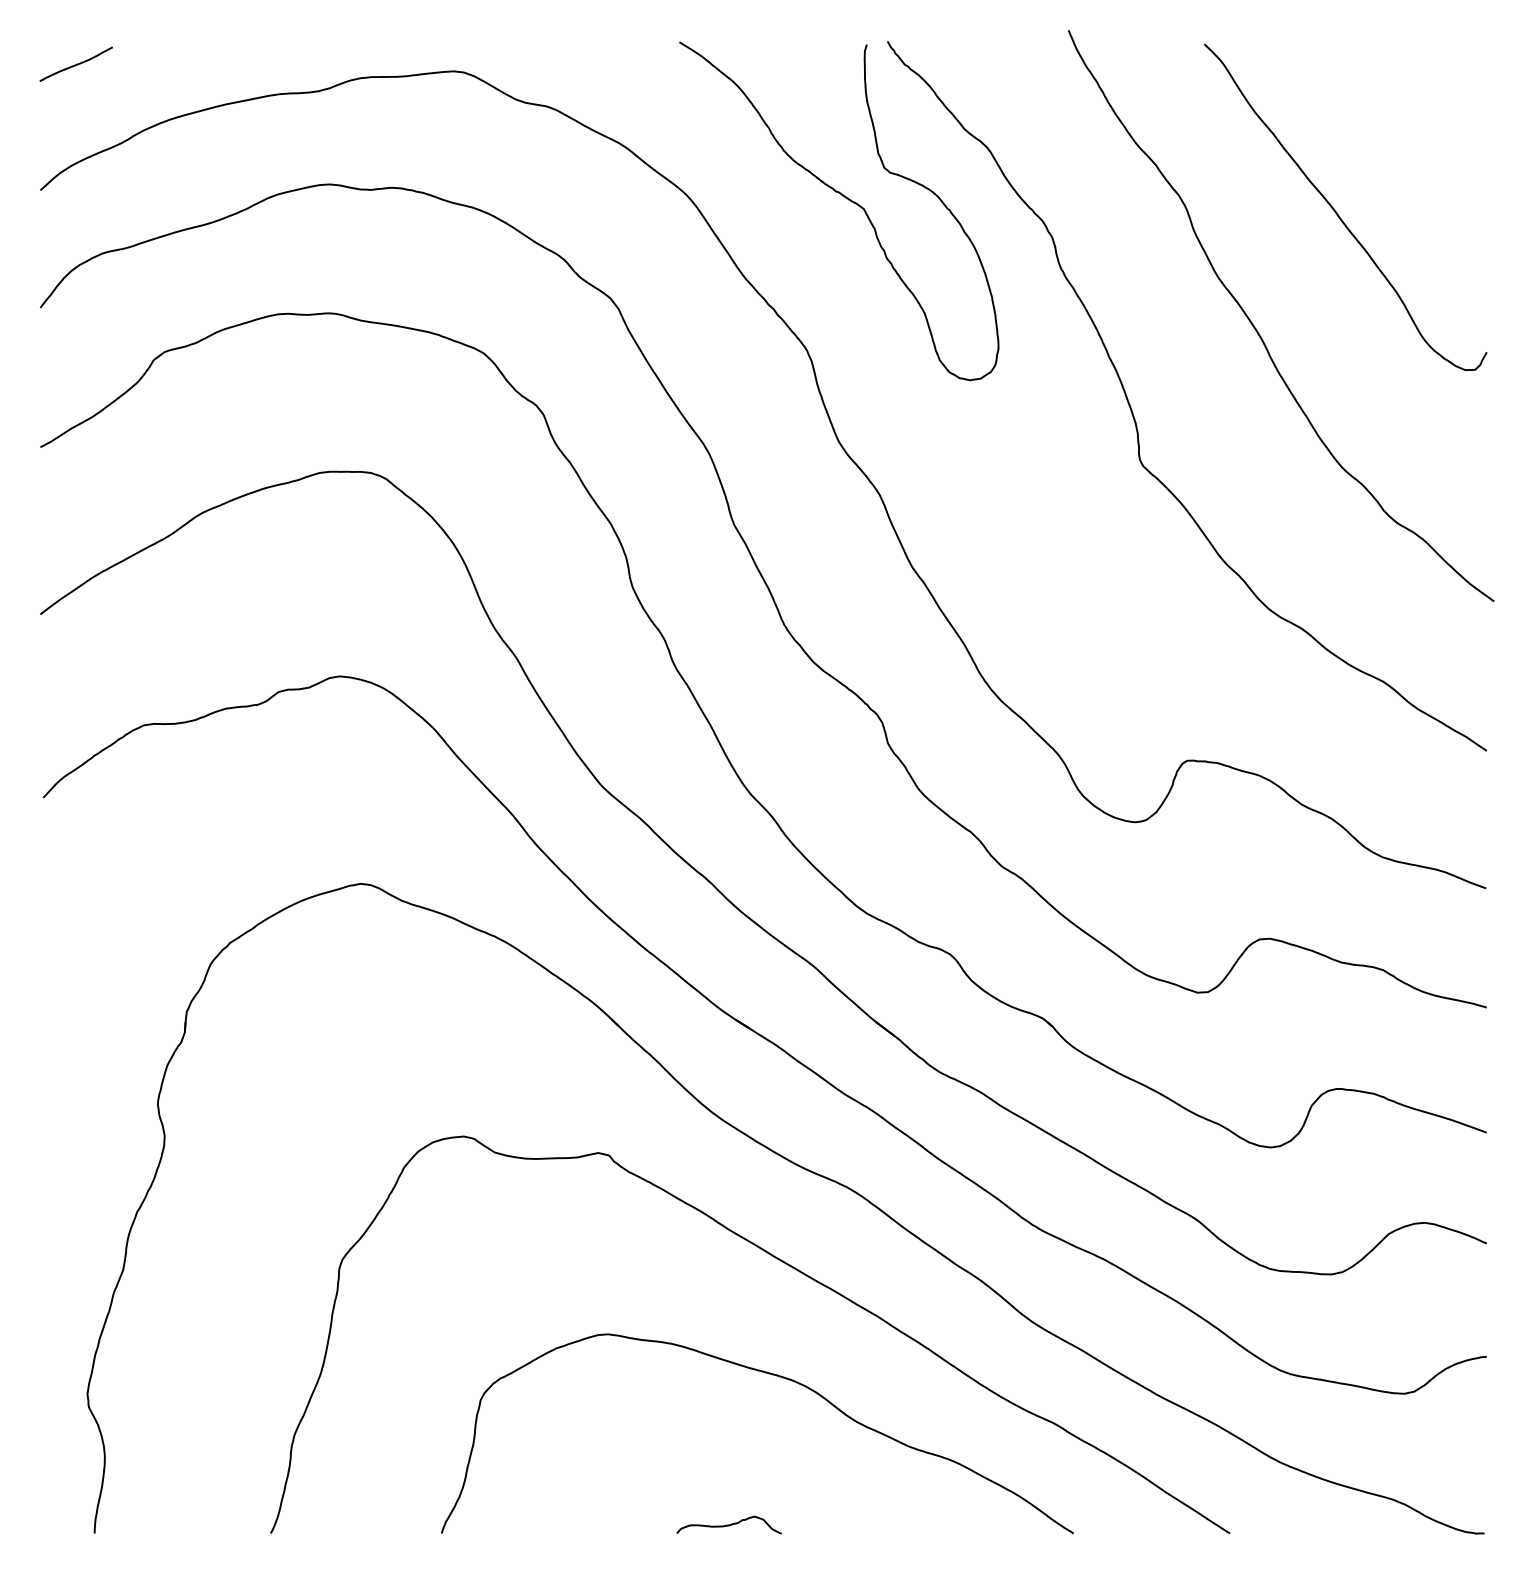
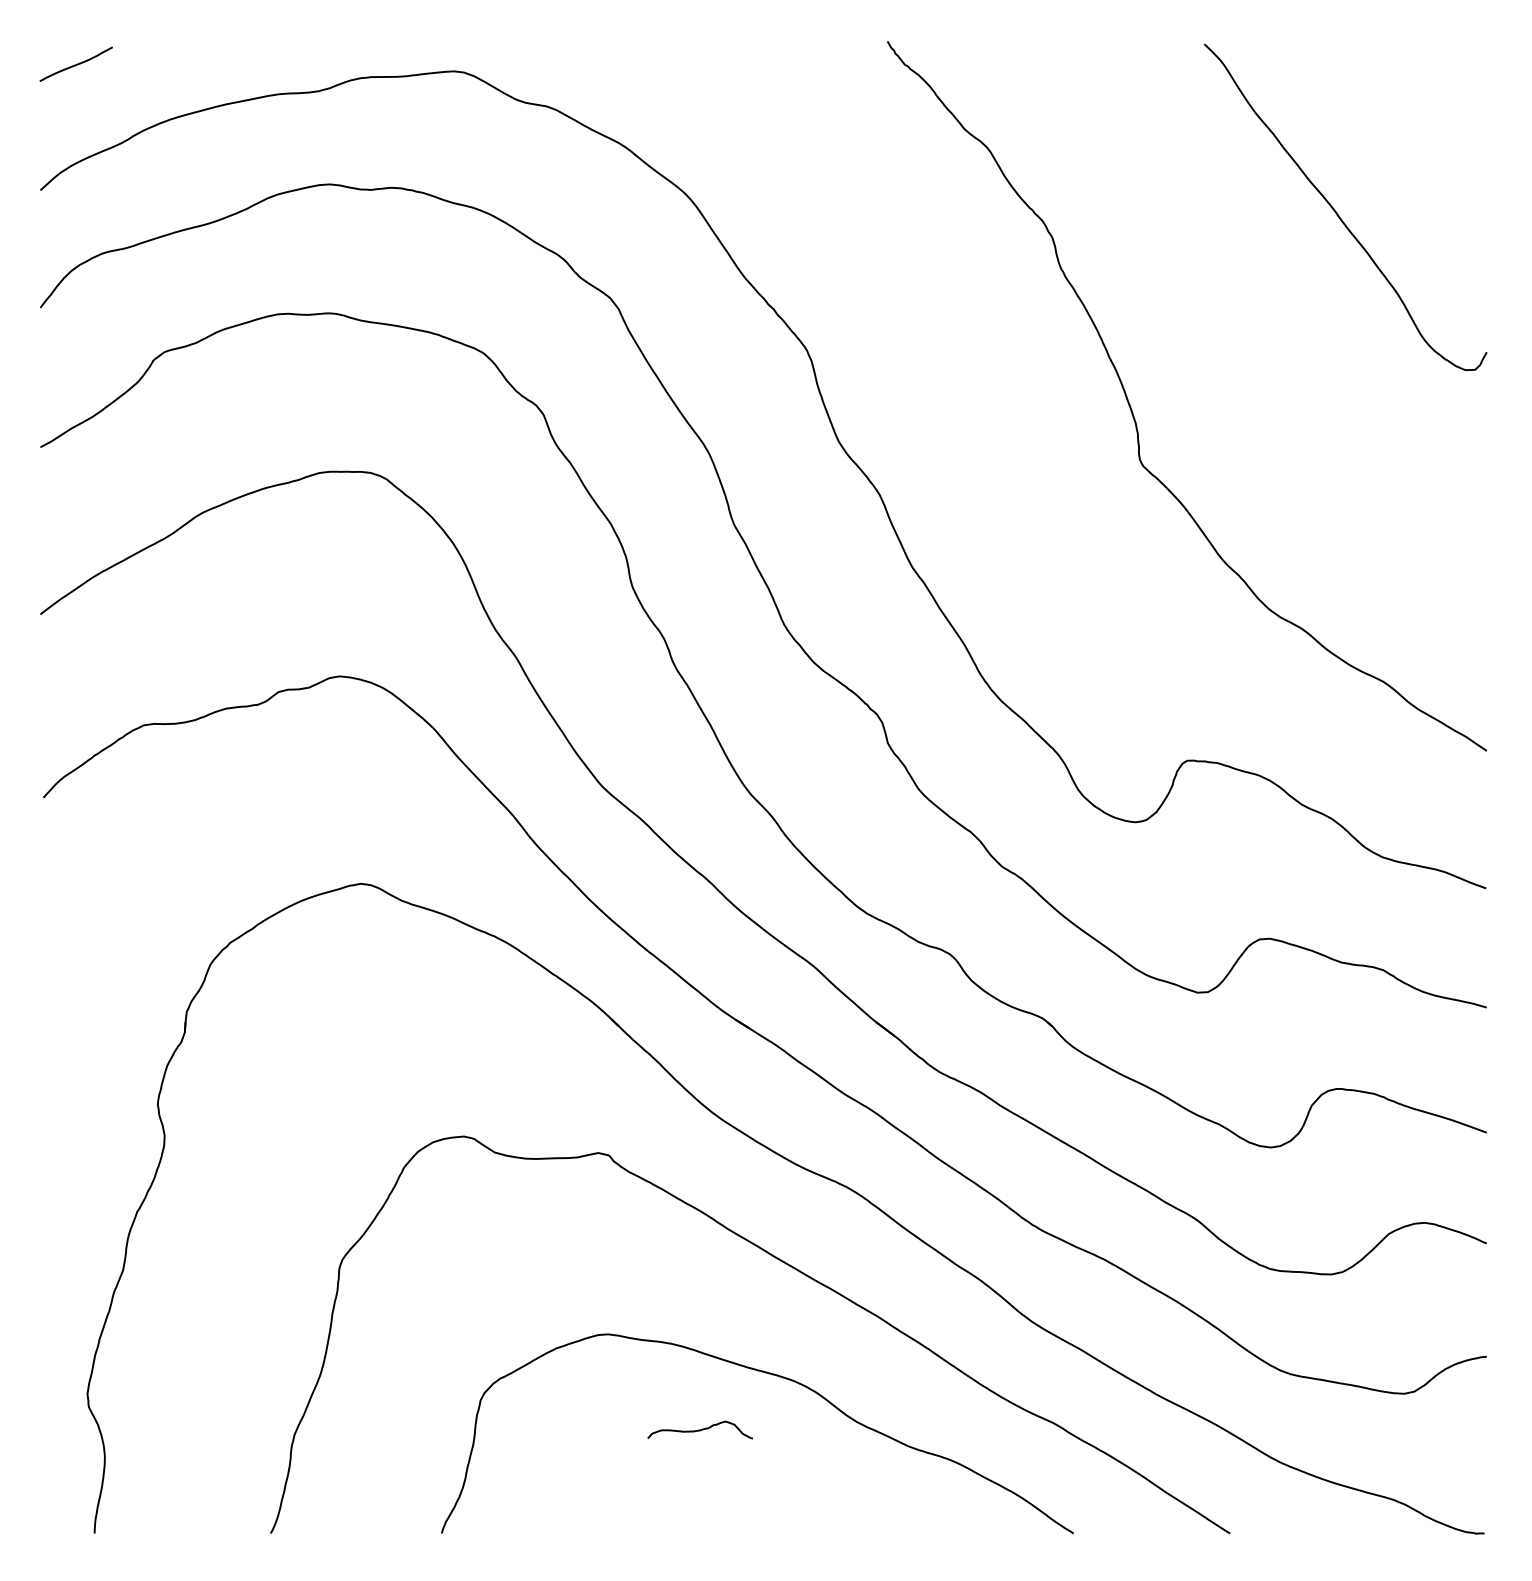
curve at (848, 200): present -> none
curve at (1258, 331): present -> none
curve at (728, 1524) position: (728, 1524) -> (699, 1429)
